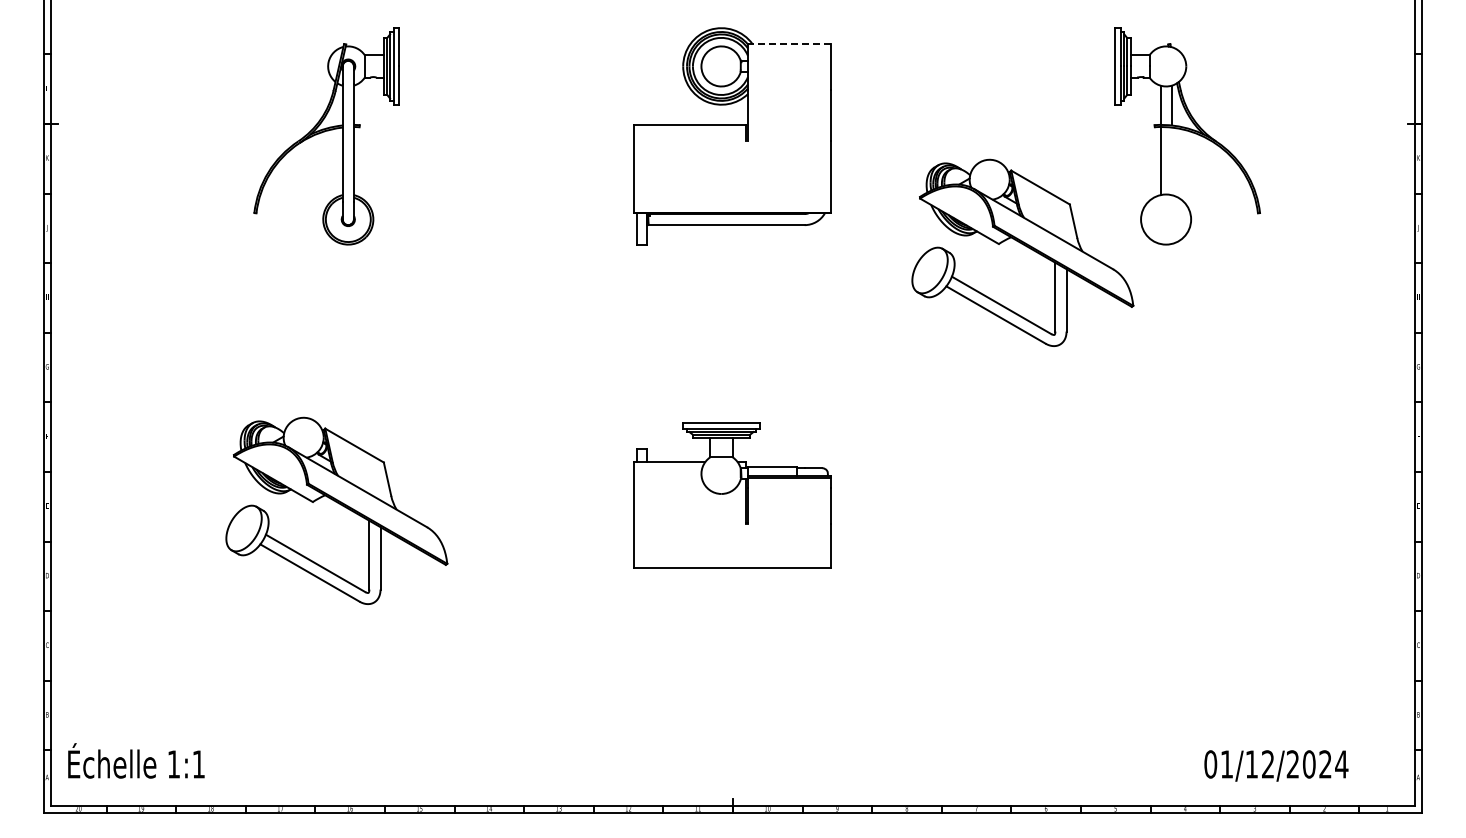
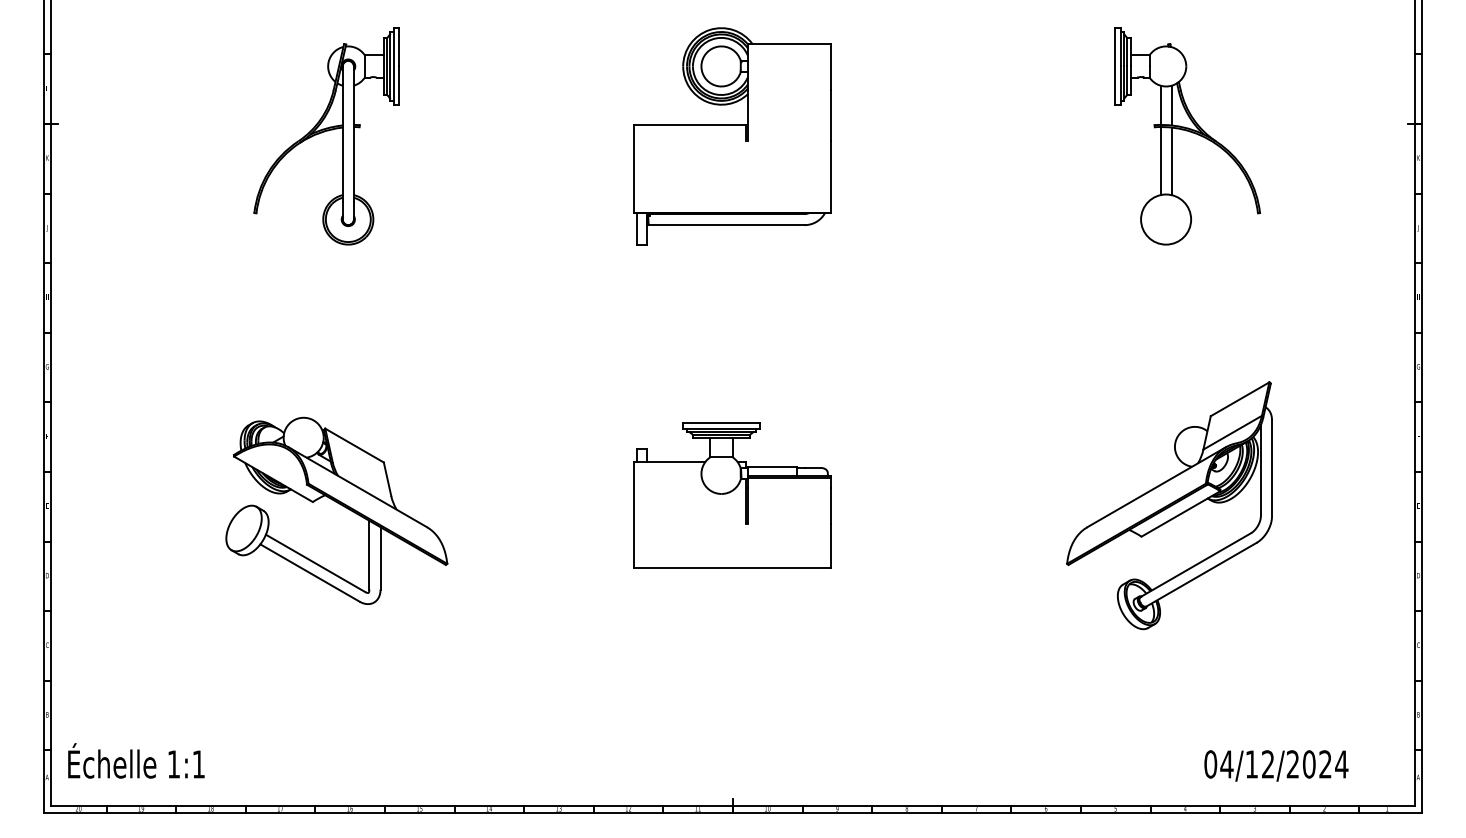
line at (788, 44): dashed -> solid
line at (1171, 161): none -> present
part at (1026, 247): present -> none
part at (1169, 505): none -> present
text at (1226, 764): 01/12/2024 -> 04/12/2024
